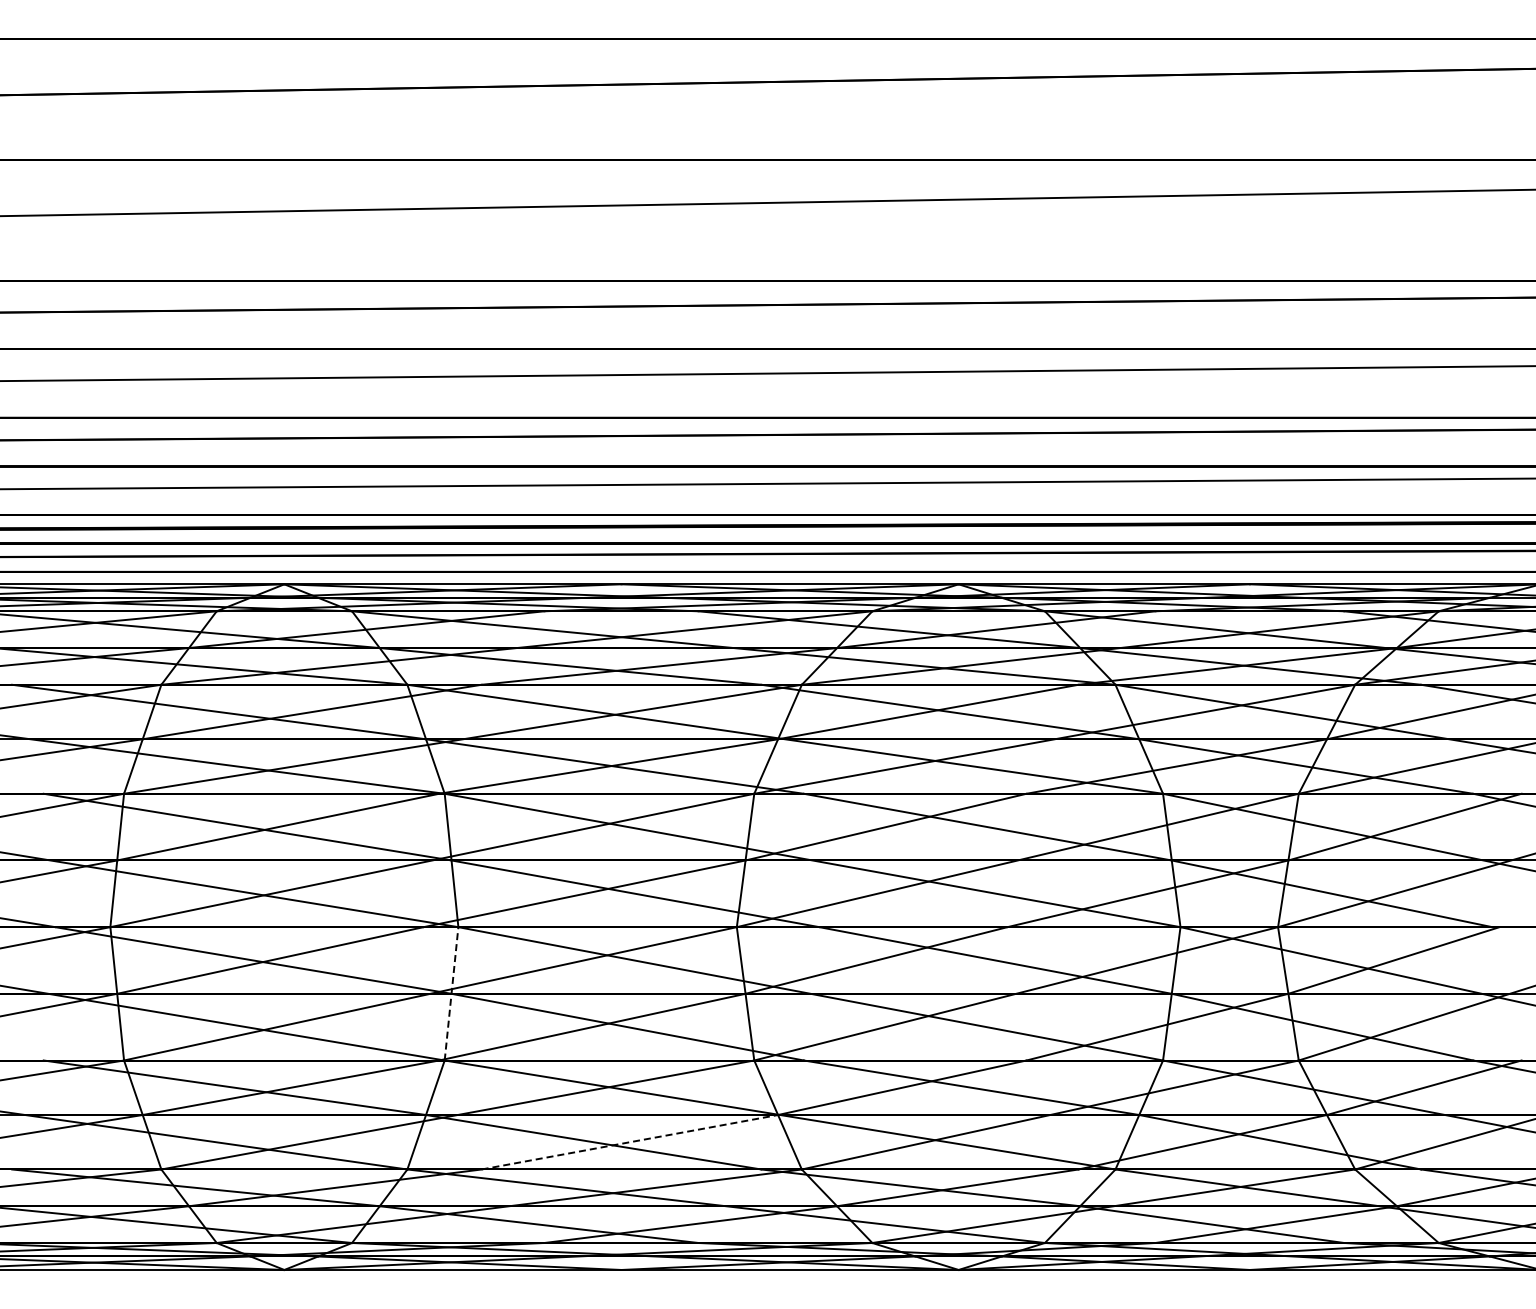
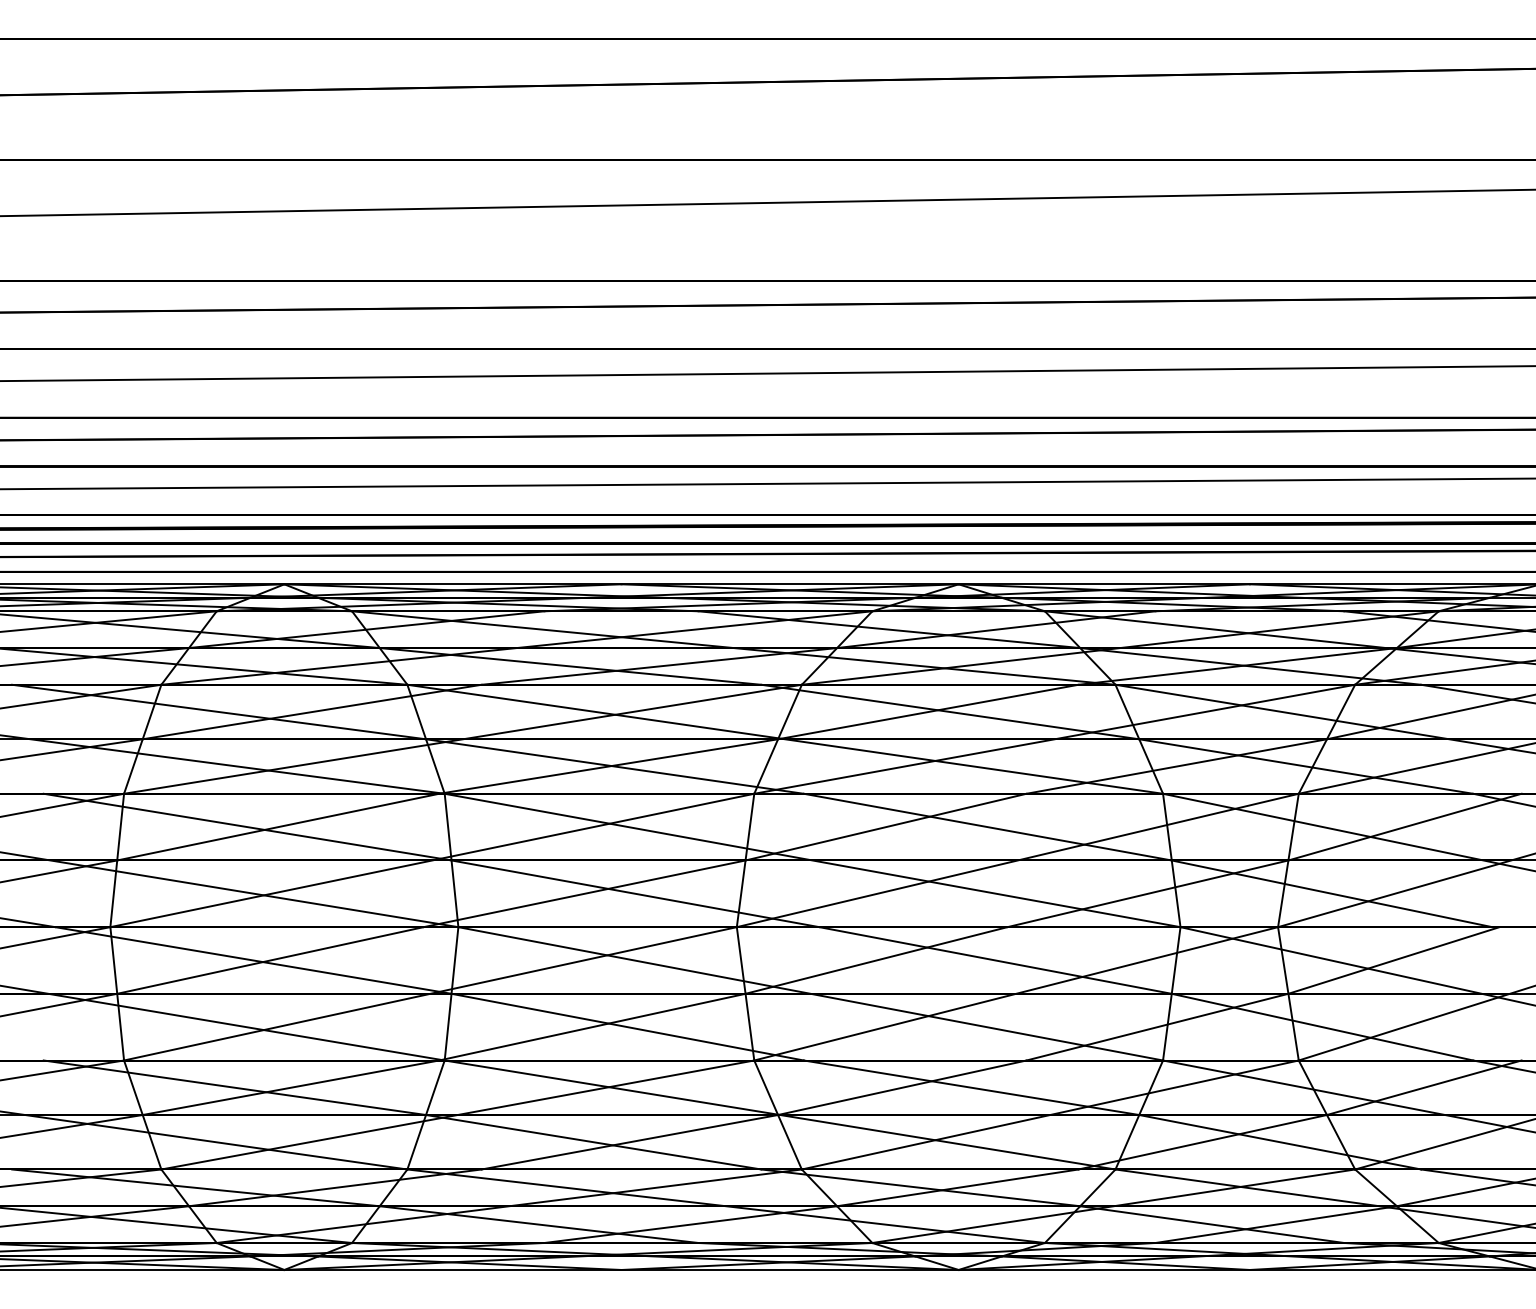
line at (451, 993): dashed -> solid
line at (629, 1142): dashed -> solid
